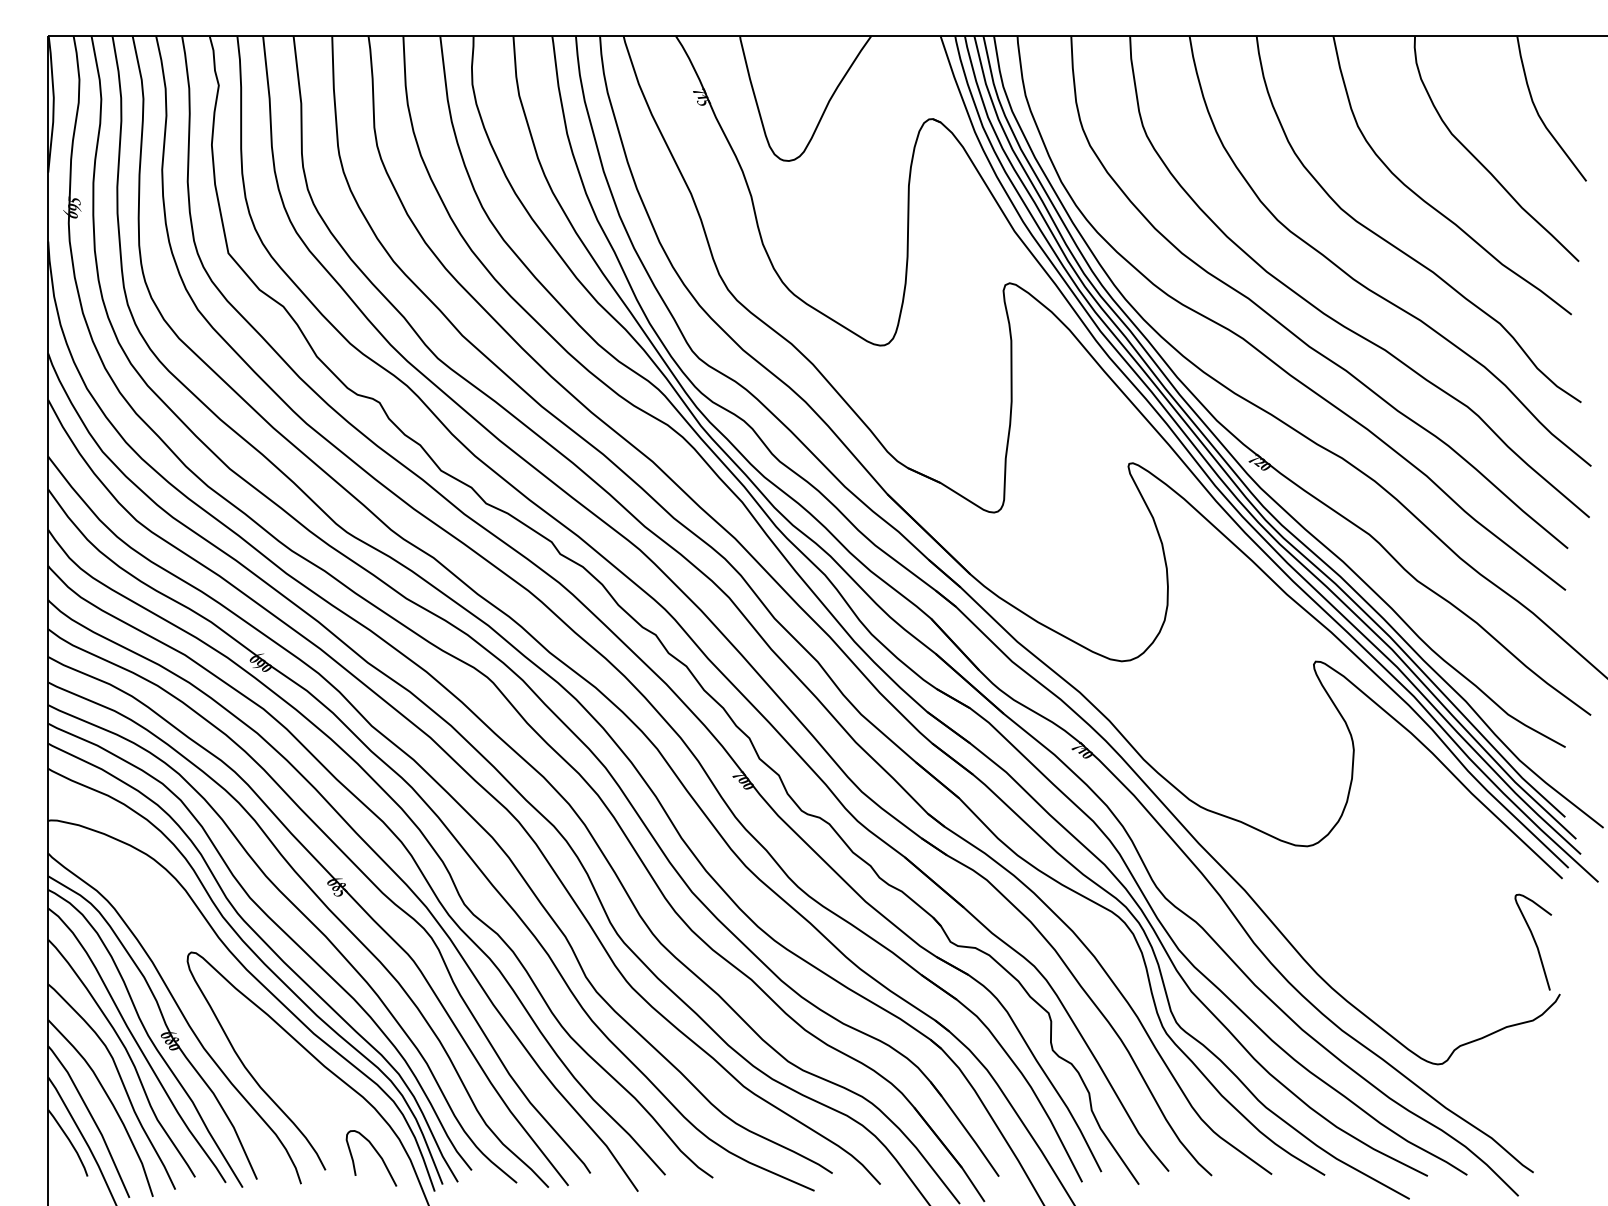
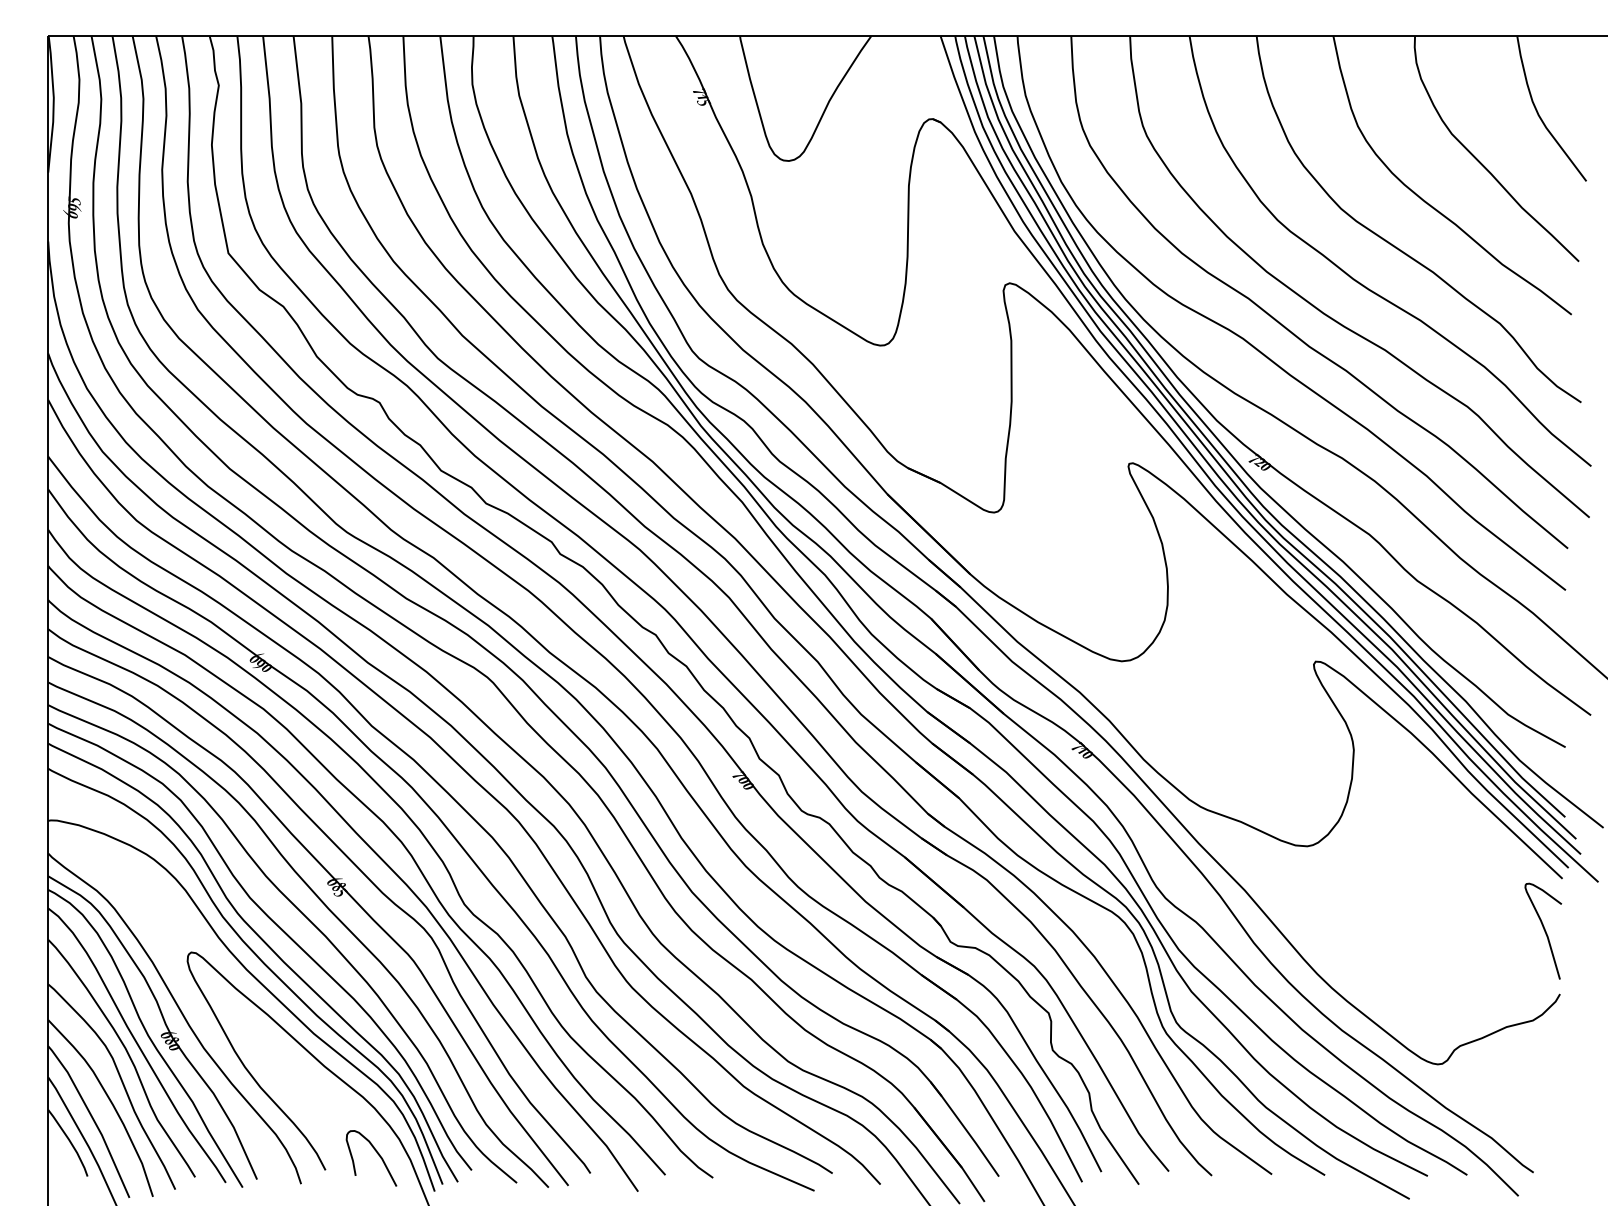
curve at (1533, 940) position: (1533, 940) -> (1543, 929)
